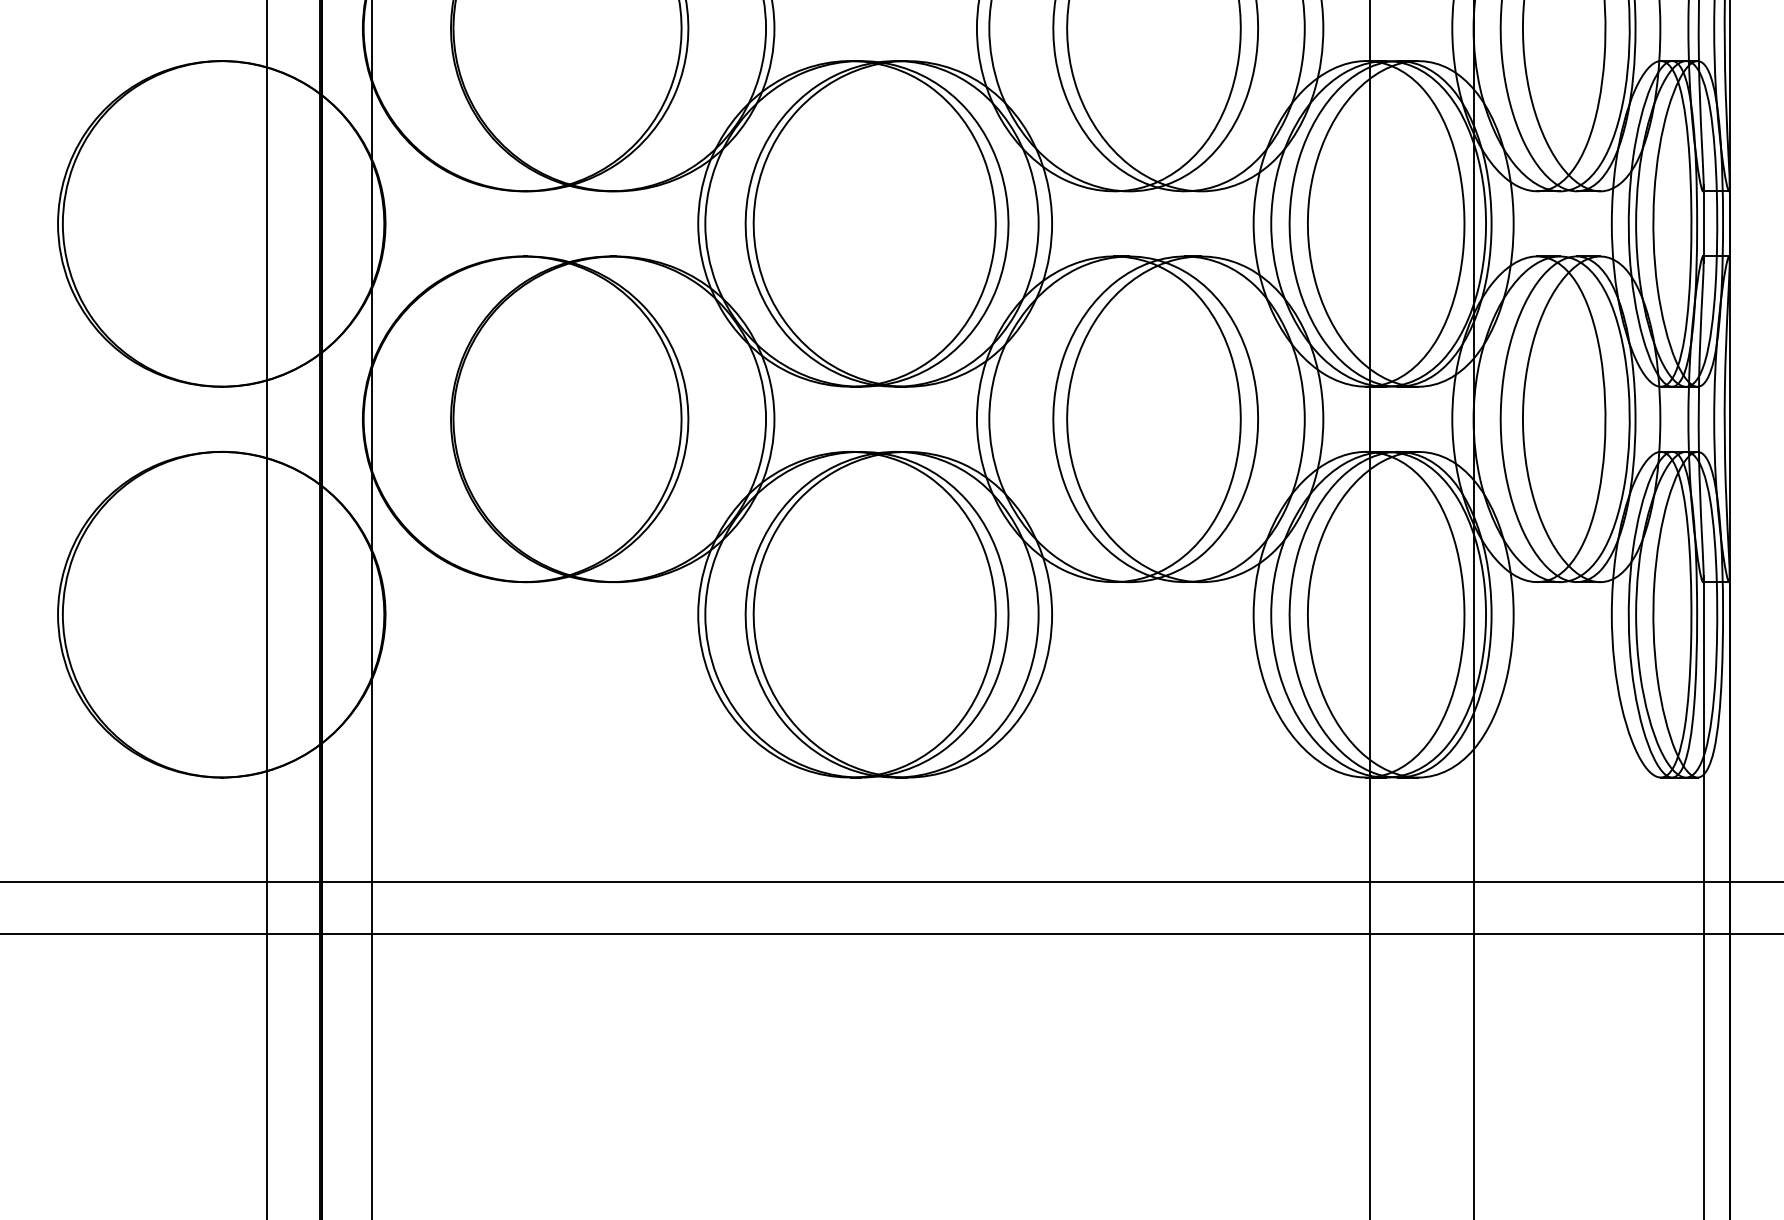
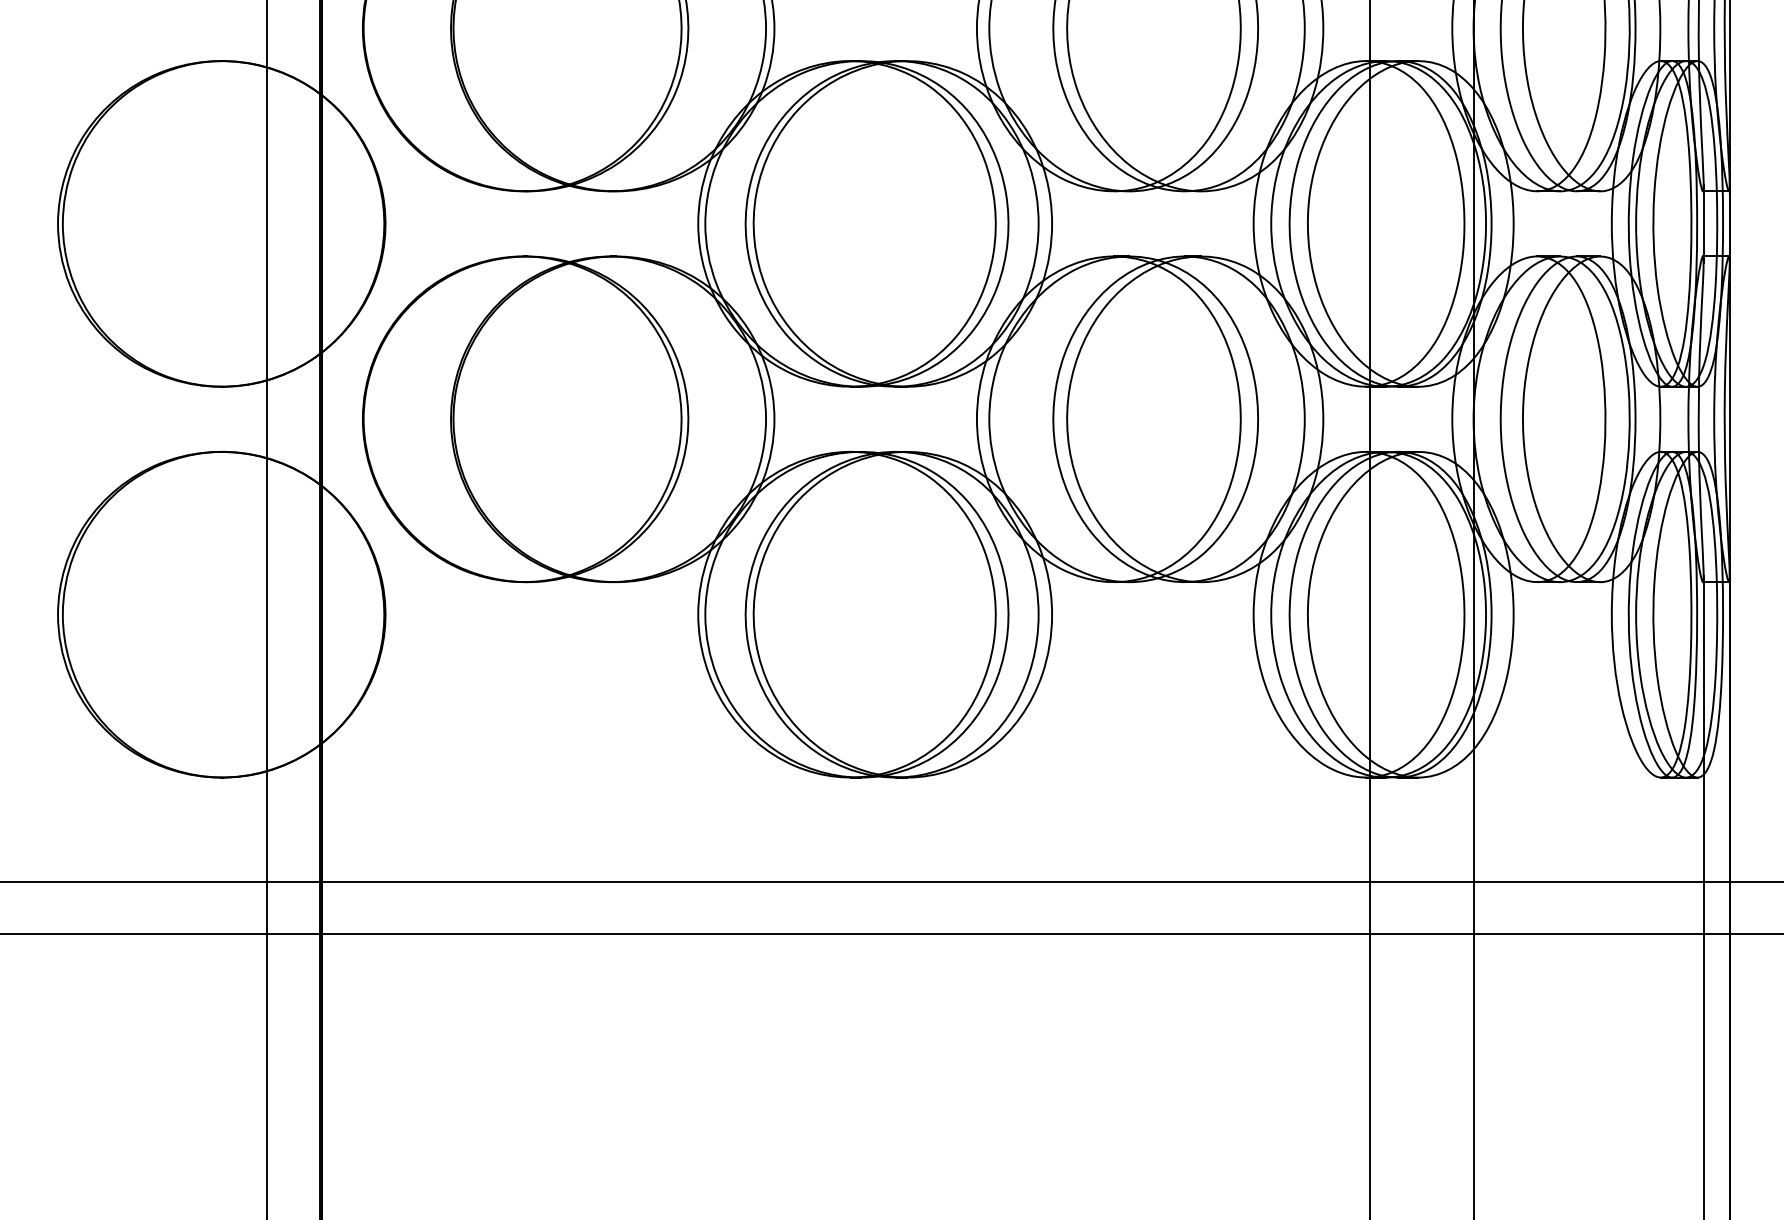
line at (371, 609): present -> none
